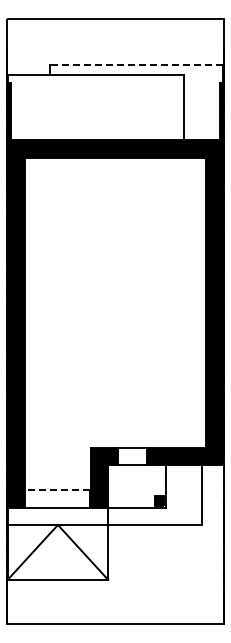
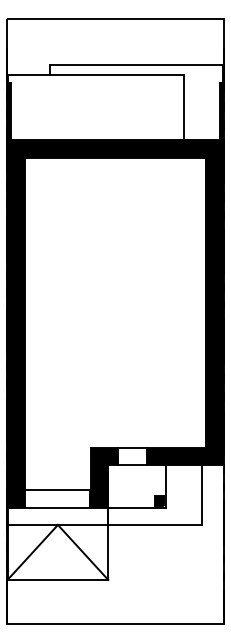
line at (136, 64): dashed -> solid
line at (57, 490): dashed -> solid
